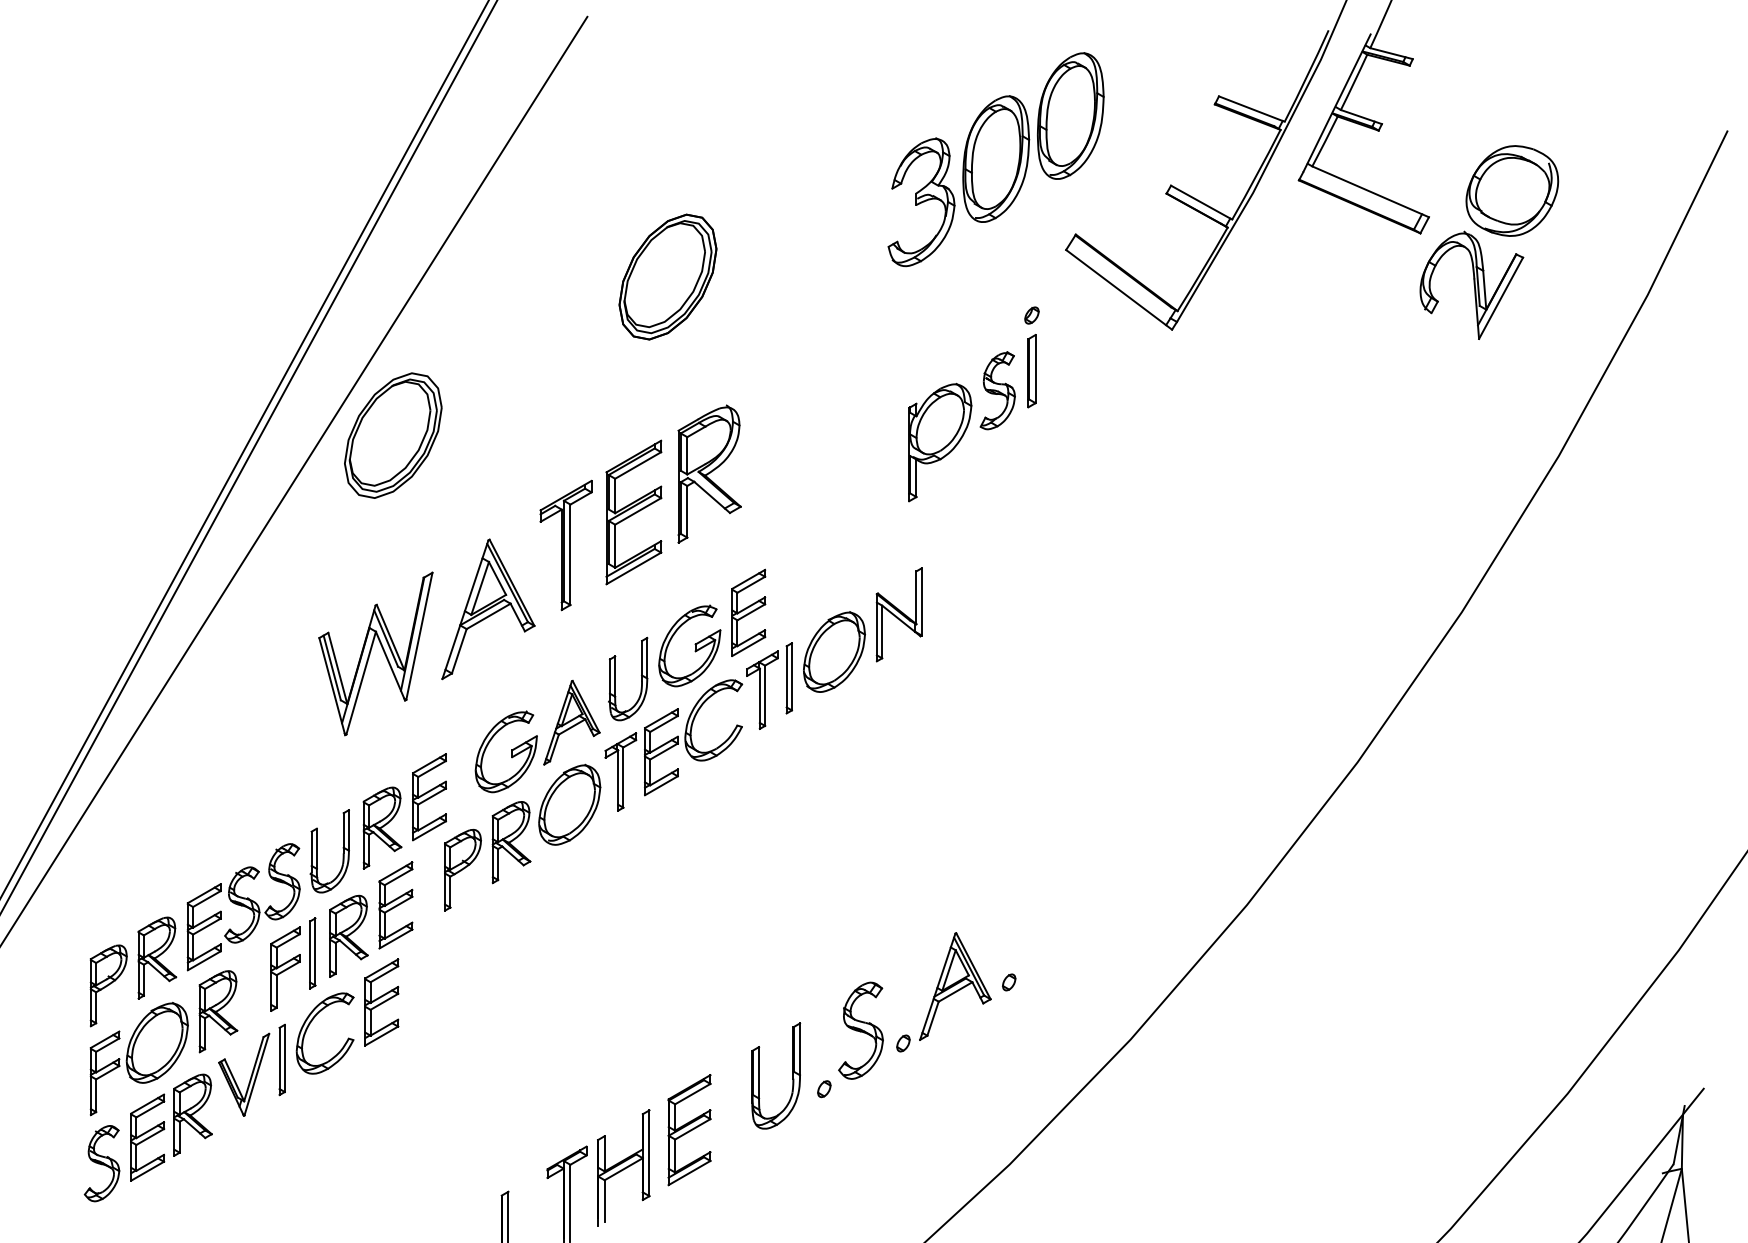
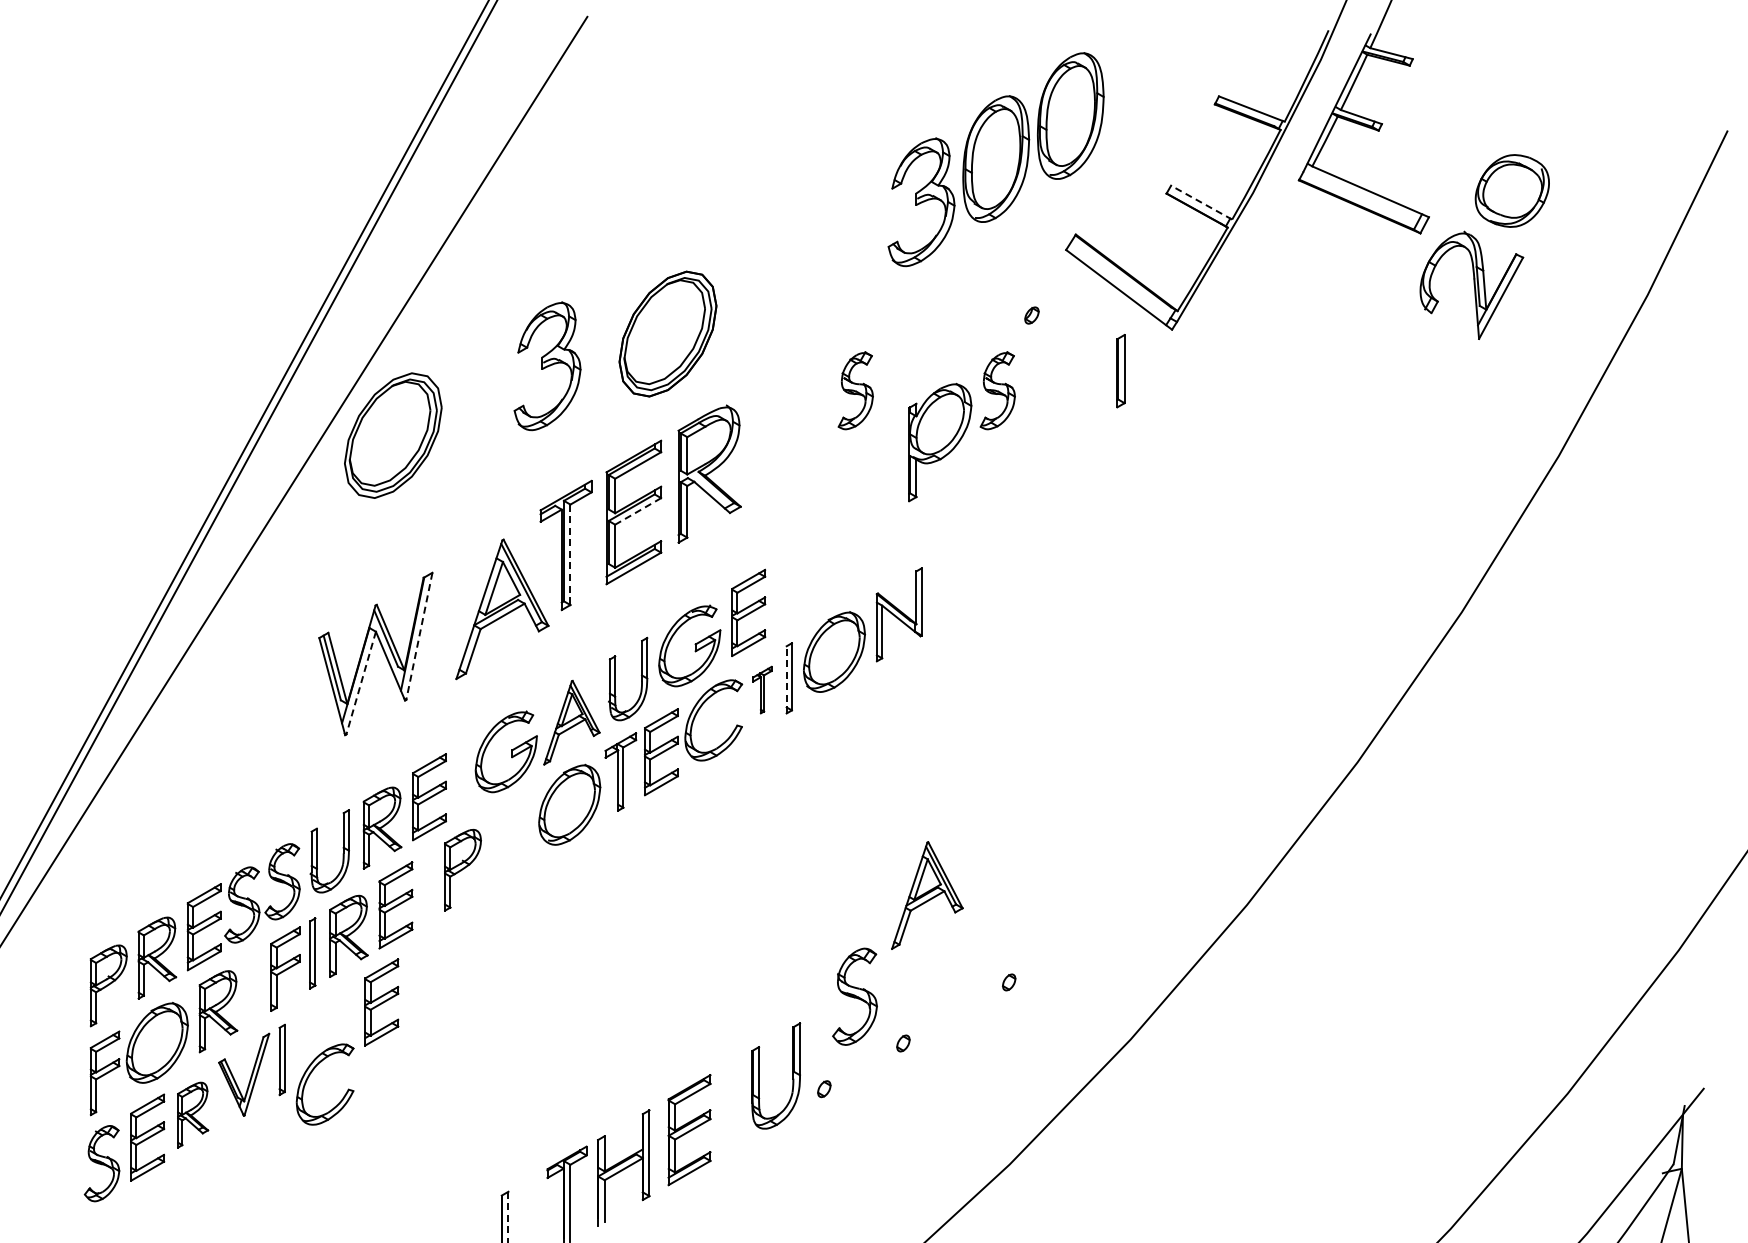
part at (1512, 190) size: 95x92 px -> 76x74 px
line at (1201, 202): solid -> dashed
part at (667, 276) position: (667, 276) -> (667, 333)
part at (547, 366): none -> present
part at (1031, 371) position: (1031, 371) -> (1120, 371)
part at (855, 390): none -> present
line at (638, 511): solid -> dashed
line at (570, 555): solid -> dashed
part at (488, 609) position: (488, 609) -> (502, 609)
line at (419, 636): solid -> dashed
line at (786, 679): solid -> dashed
line at (361, 683): solid -> dashed
part at (762, 689) size: 33x80 px -> 21x50 px
part at (511, 842): present -> none
part at (955, 986) position: (955, 986) -> (927, 895)
part at (310, 1024) position: (310, 1024) -> (310, 1075)
part at (860, 1030) position: (860, 1030) -> (854, 996)
part at (192, 1114) size: 40x84 px -> 33x68 px
line at (508, 1217): solid -> dashed
